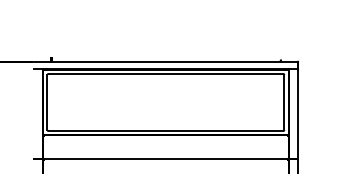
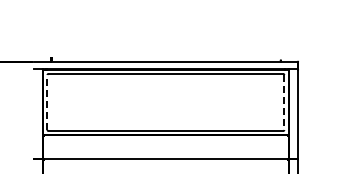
line at (47, 102): solid -> dashed
line at (284, 103): solid -> dashed
